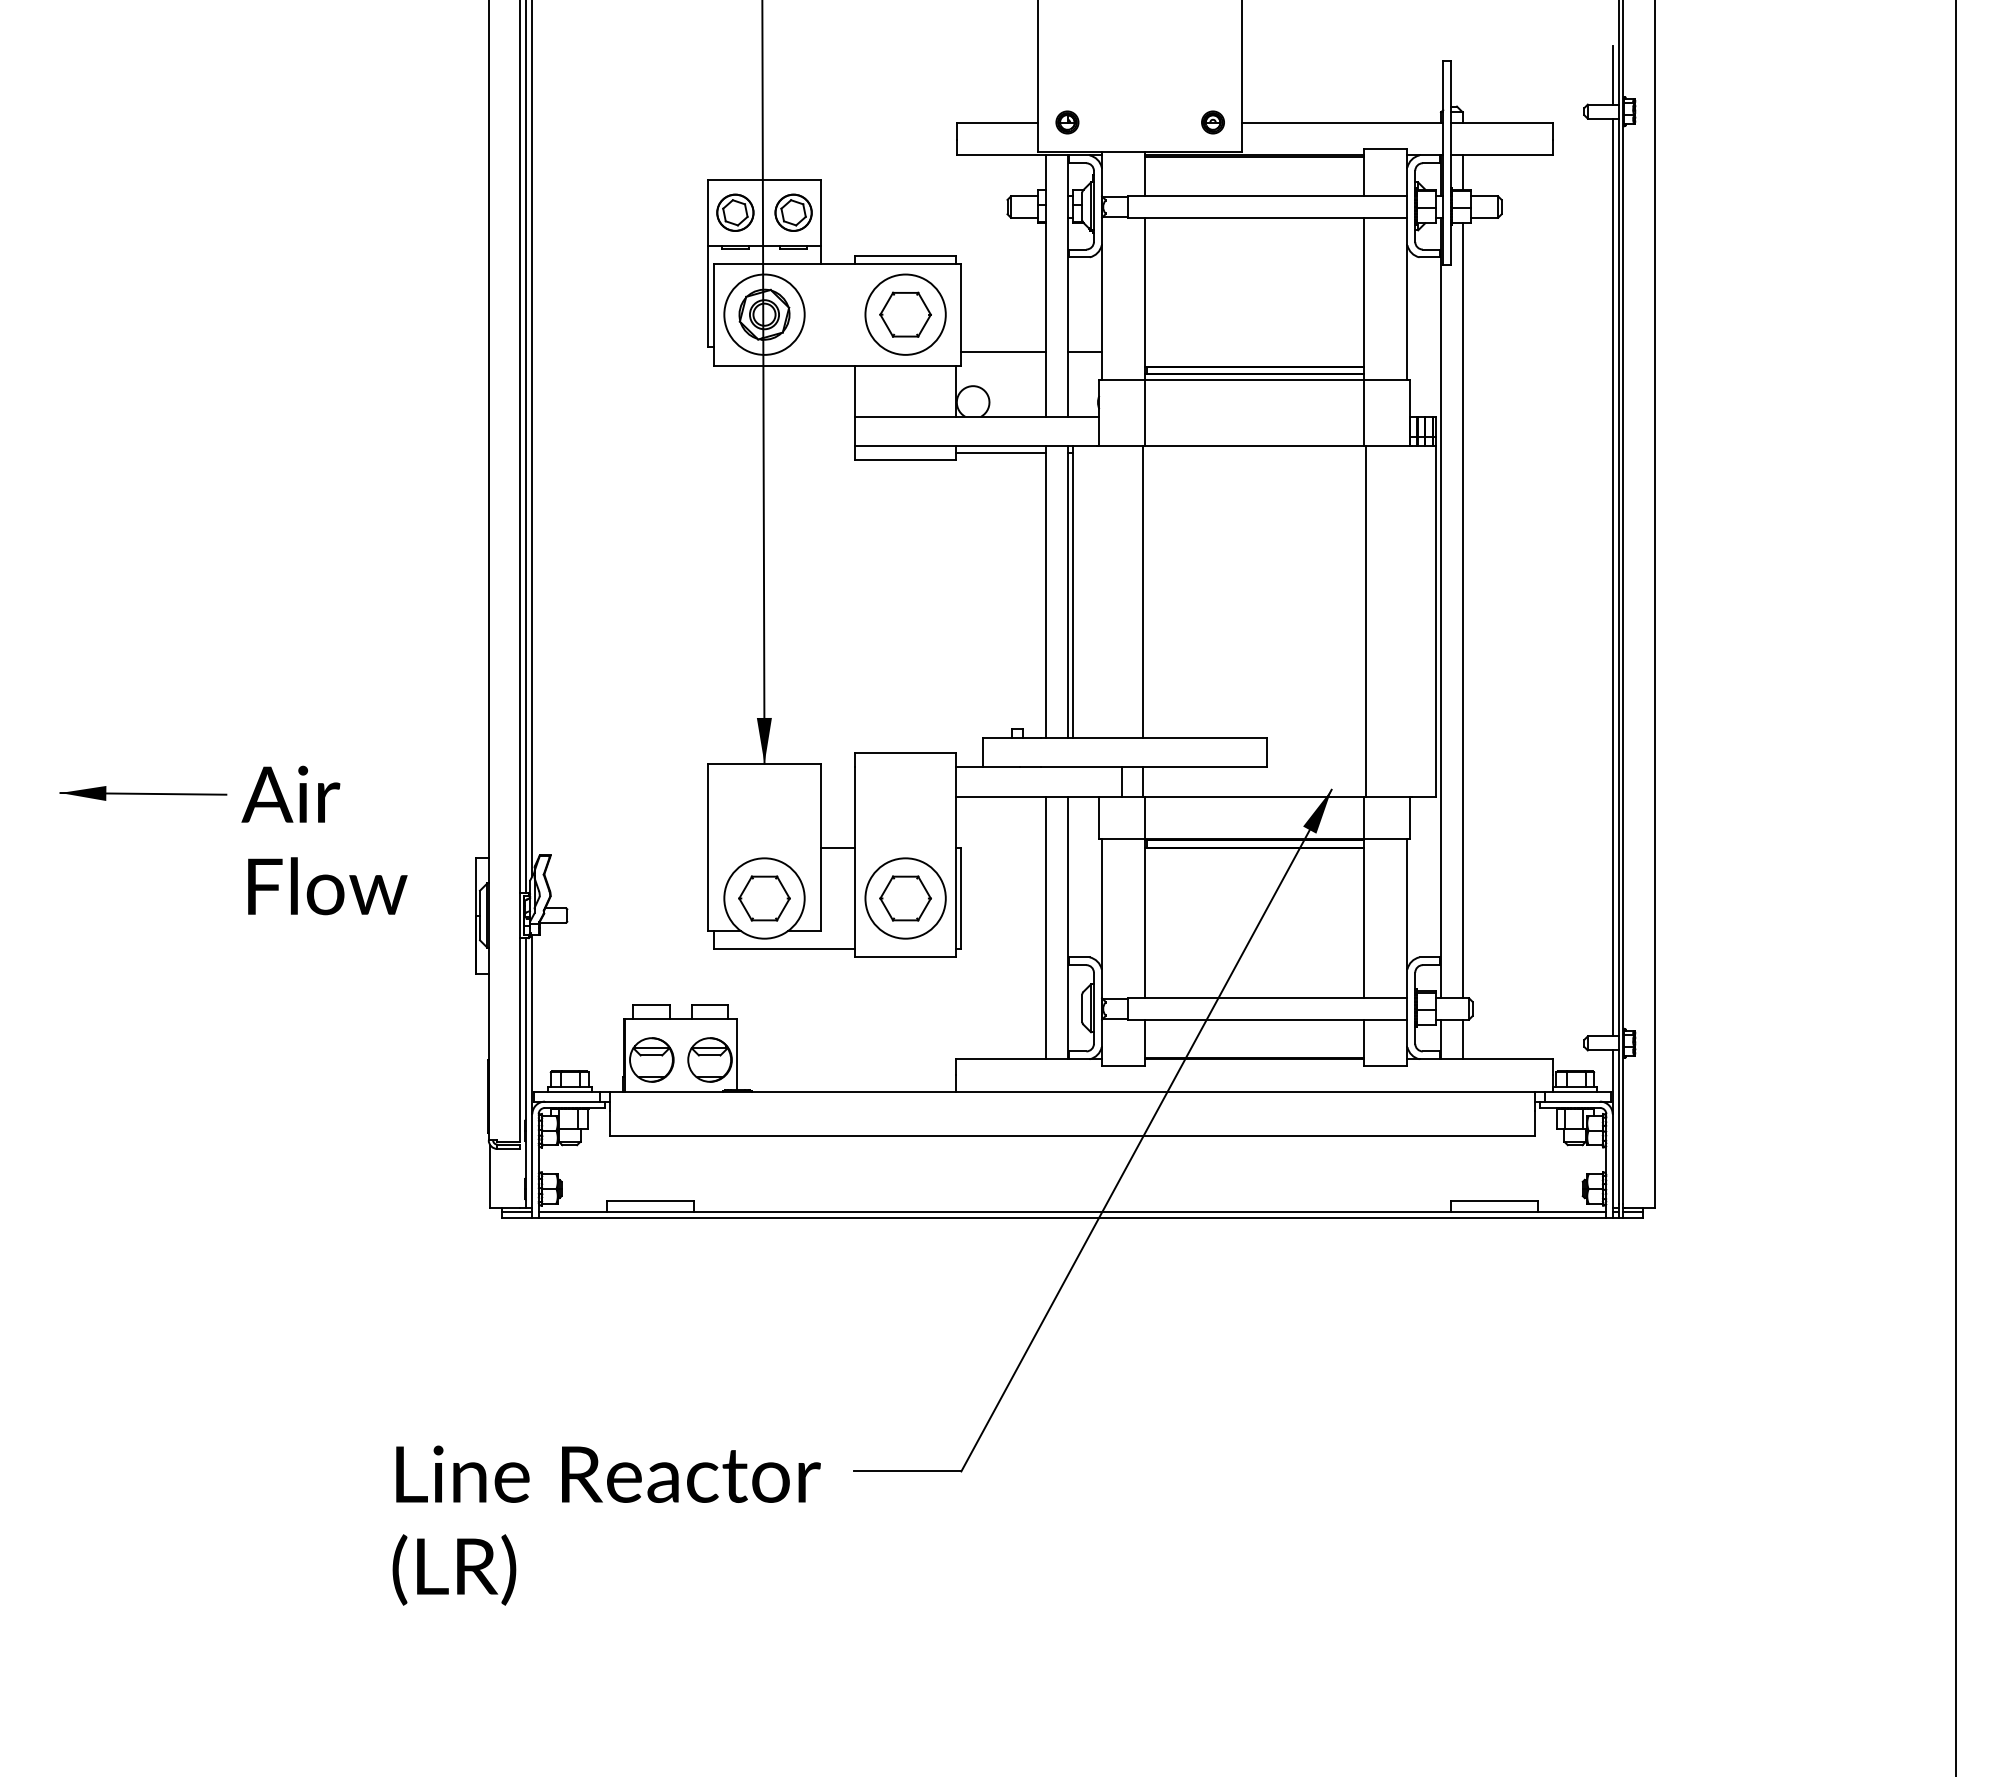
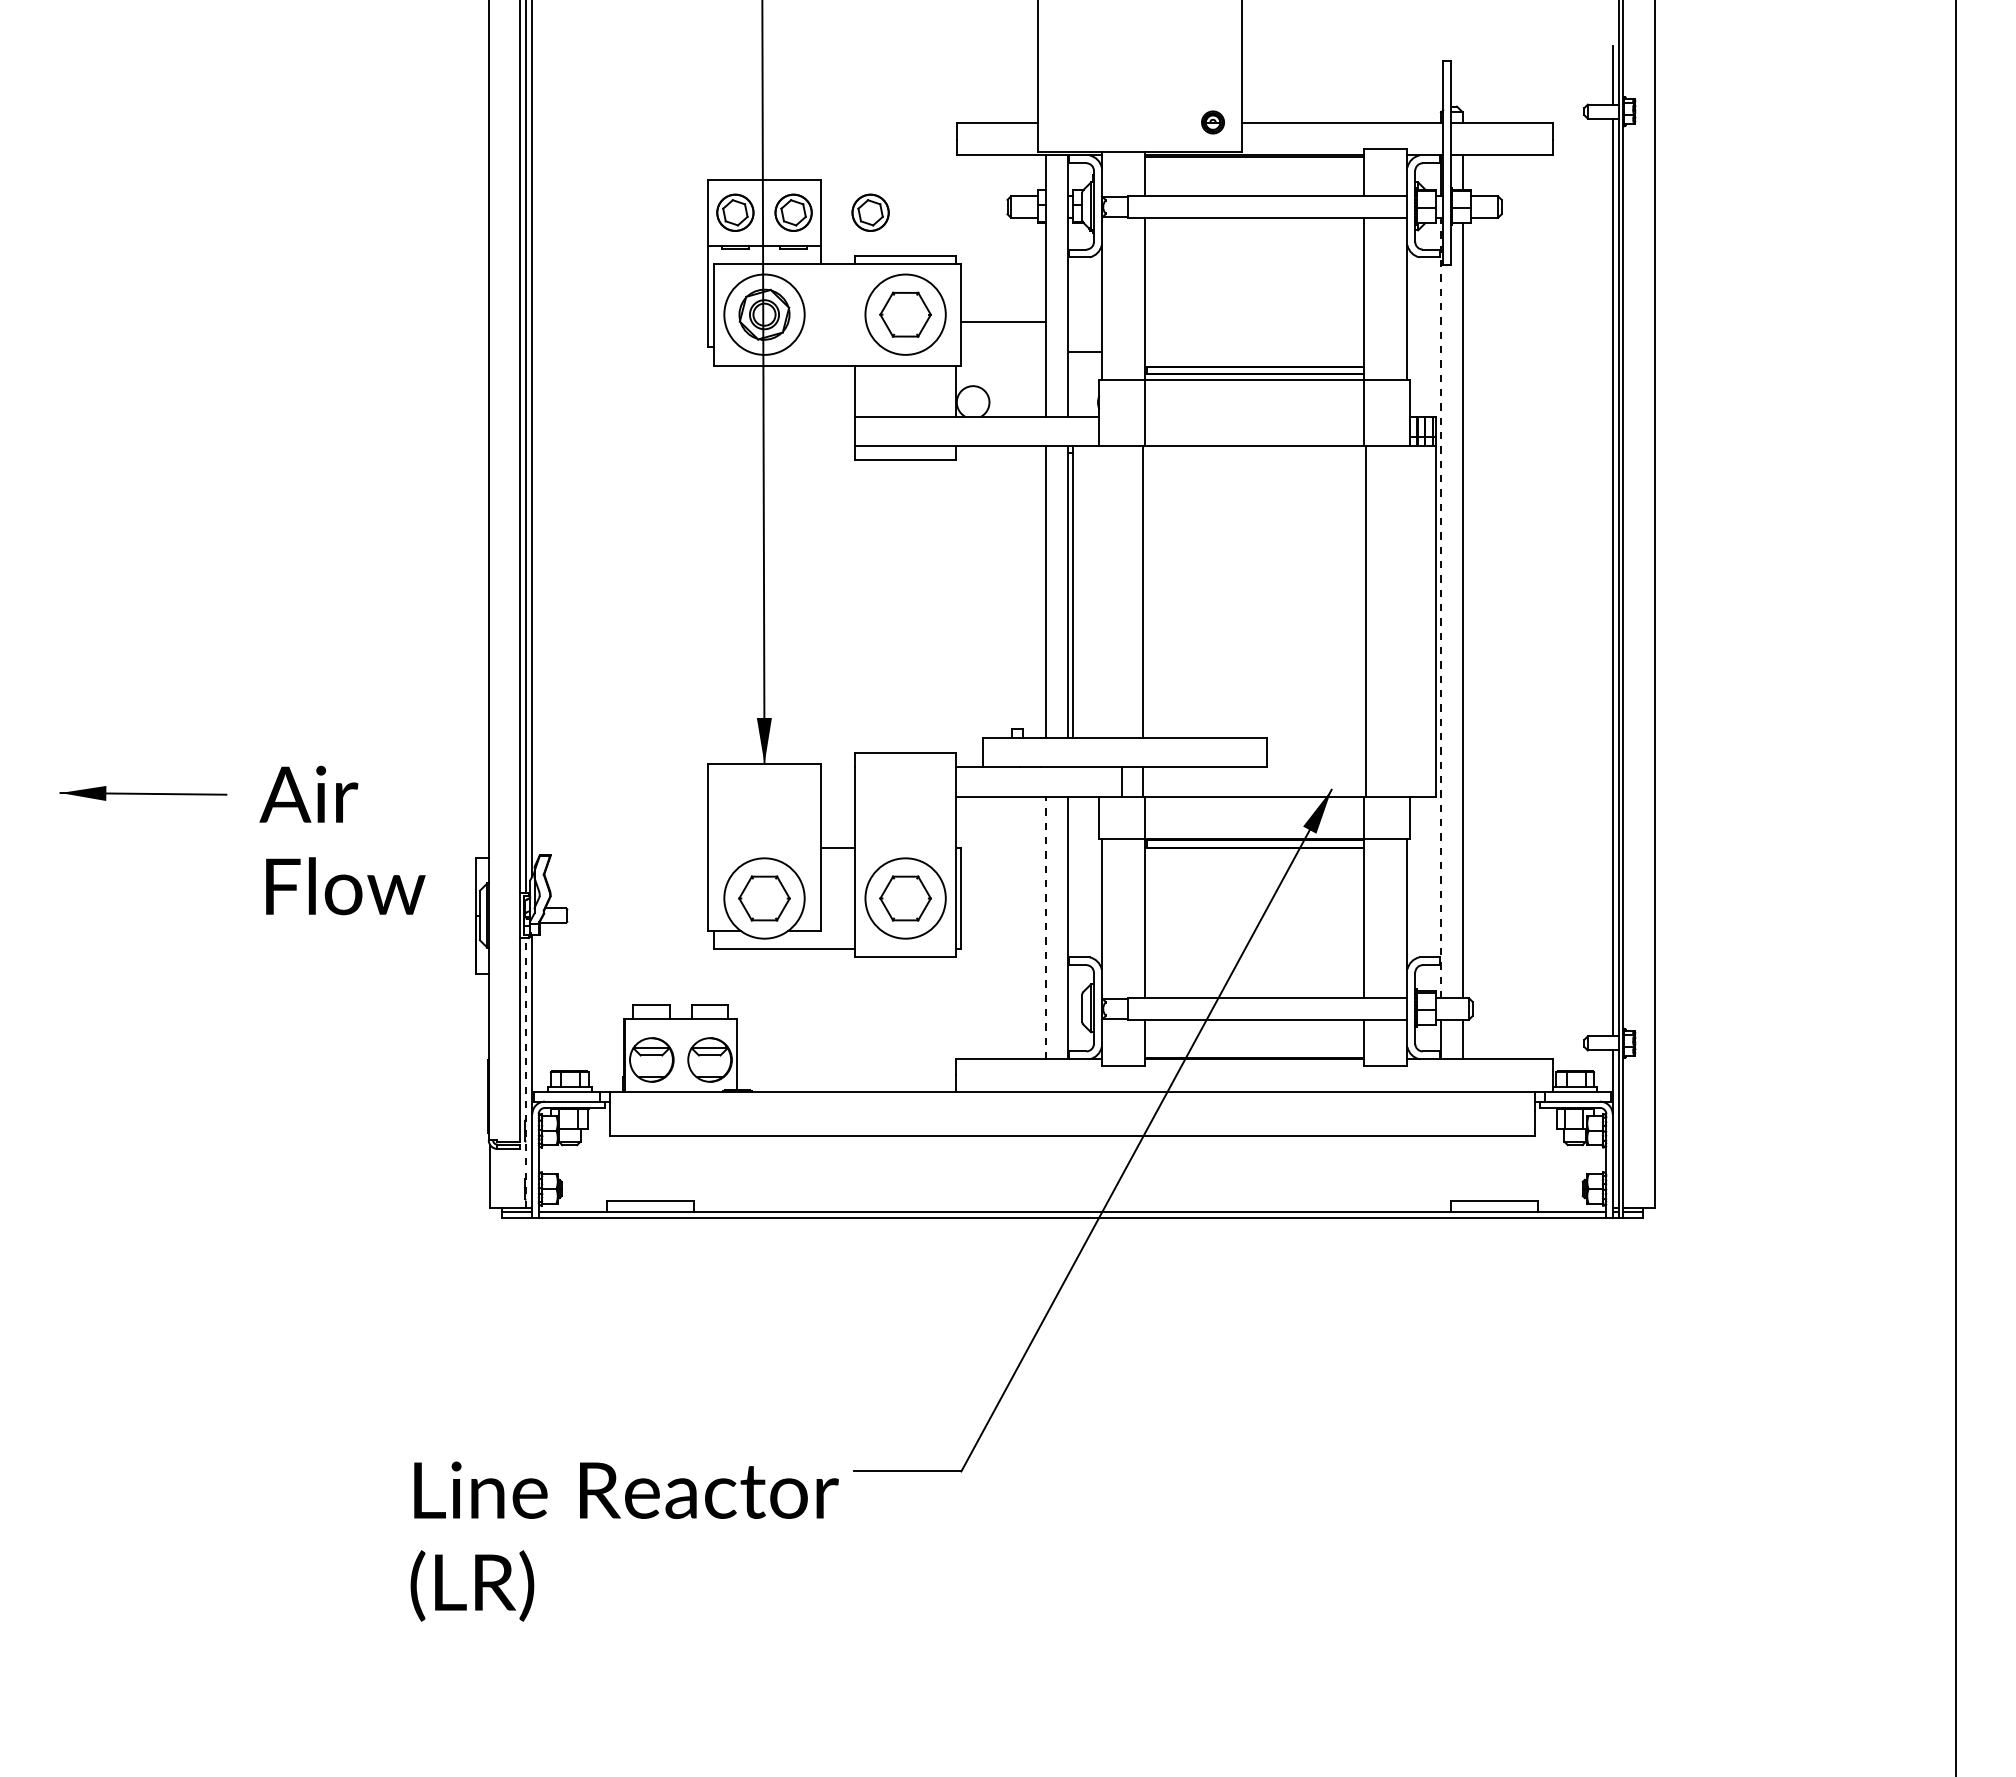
part at (1067, 122): present -> none
part at (870, 212): none -> present
line at (1003, 351) position: (1003, 351) -> (1003, 321)
line at (1001, 453): present -> none
line at (1440, 607): solid -> dashed
text at (324, 840) position: (324, 840) -> (342, 840)
line at (1046, 927): solid -> dashed
line at (526, 1072): solid -> dashed
text at (606, 1525) position: (606, 1525) -> (624, 1541)
